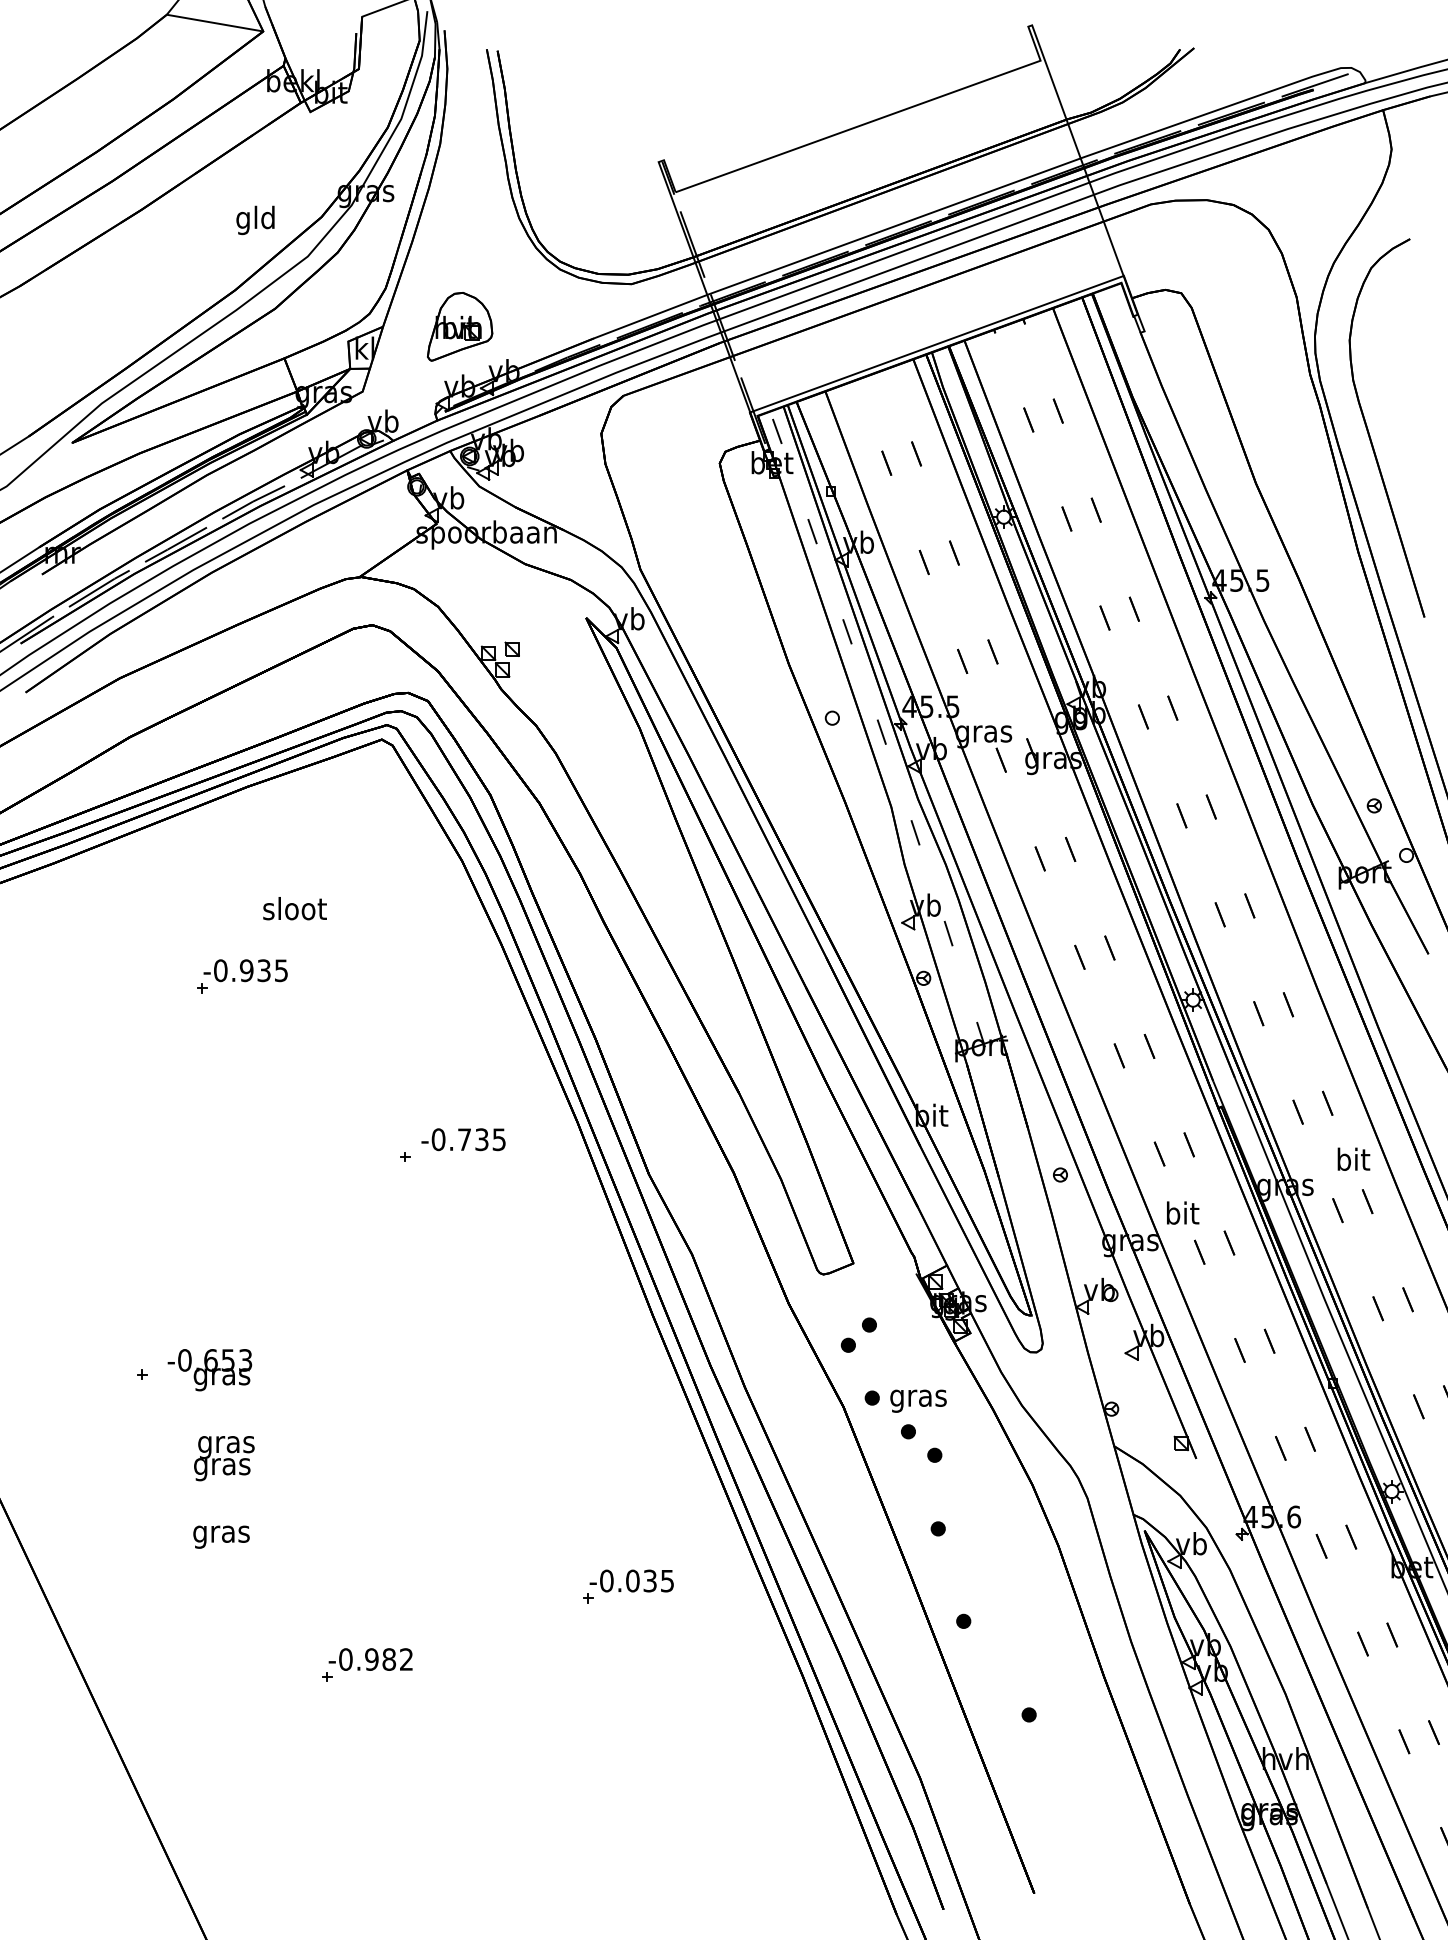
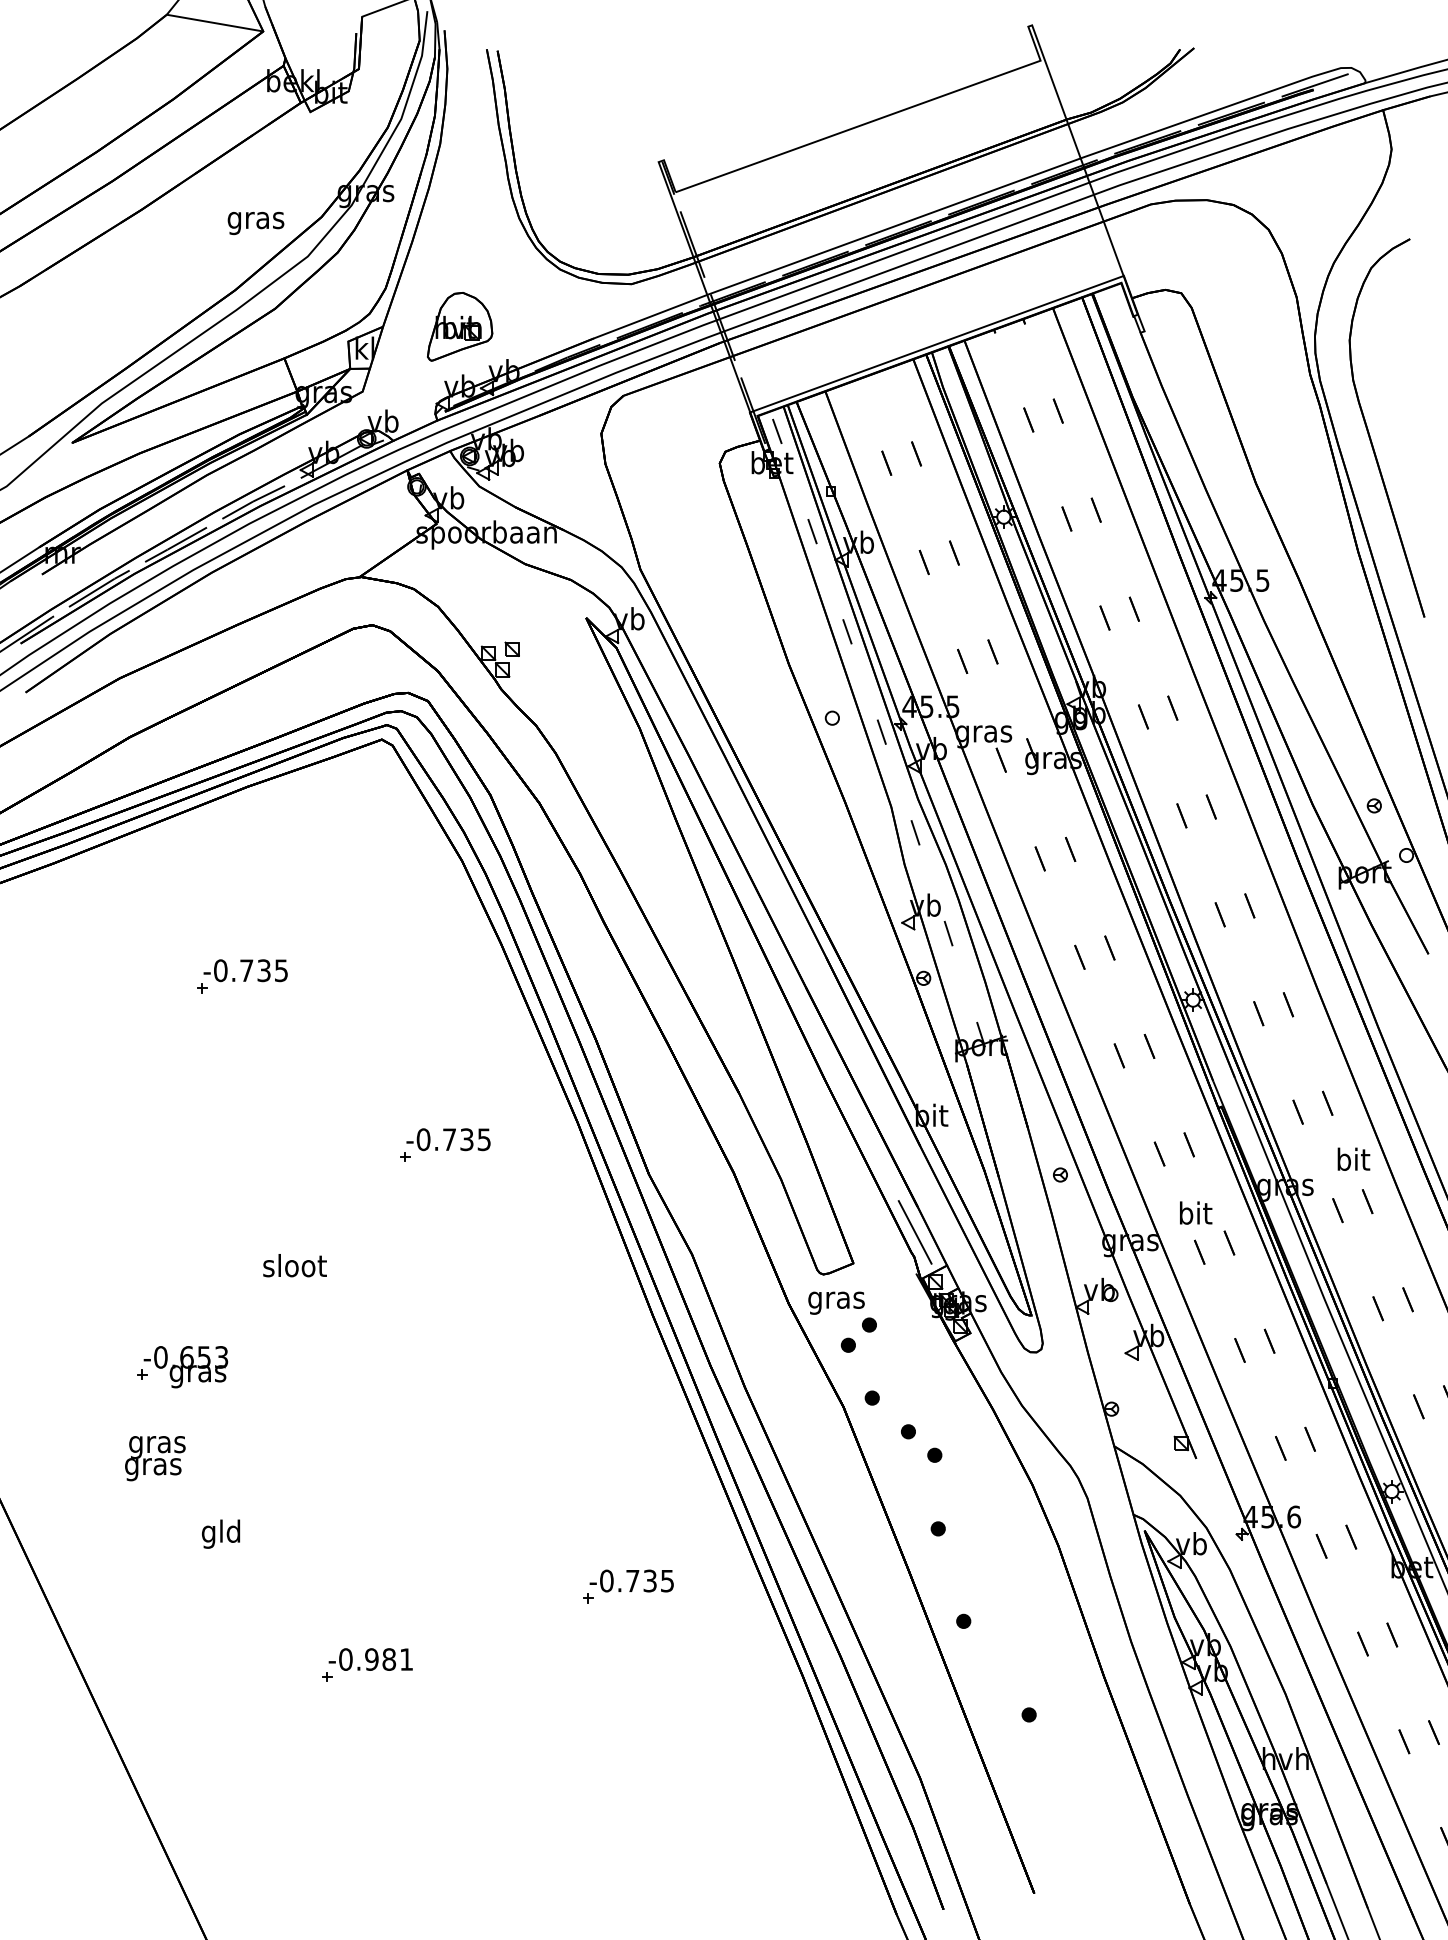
text at (255, 220): gld -> gras
text at (294, 908) position: (294, 908) -> (294, 1265)
text at (246, 970): -0.935 -> -0.735
text at (463, 1139) position: (463, 1139) -> (448, 1139)
text at (1183, 1212) position: (1183, 1212) -> (1196, 1212)
line at (914, 1232): none -> present
text at (209, 1370) position: (209, 1370) -> (185, 1367)
text at (918, 1400) position: (918, 1400) -> (836, 1302)
text at (224, 1458) position: (224, 1458) -> (155, 1458)
text at (221, 1533): gras -> gld
text at (632, 1580): -0.035 -> -0.735
text at (406, 1659): -0.982 -> -0.981
